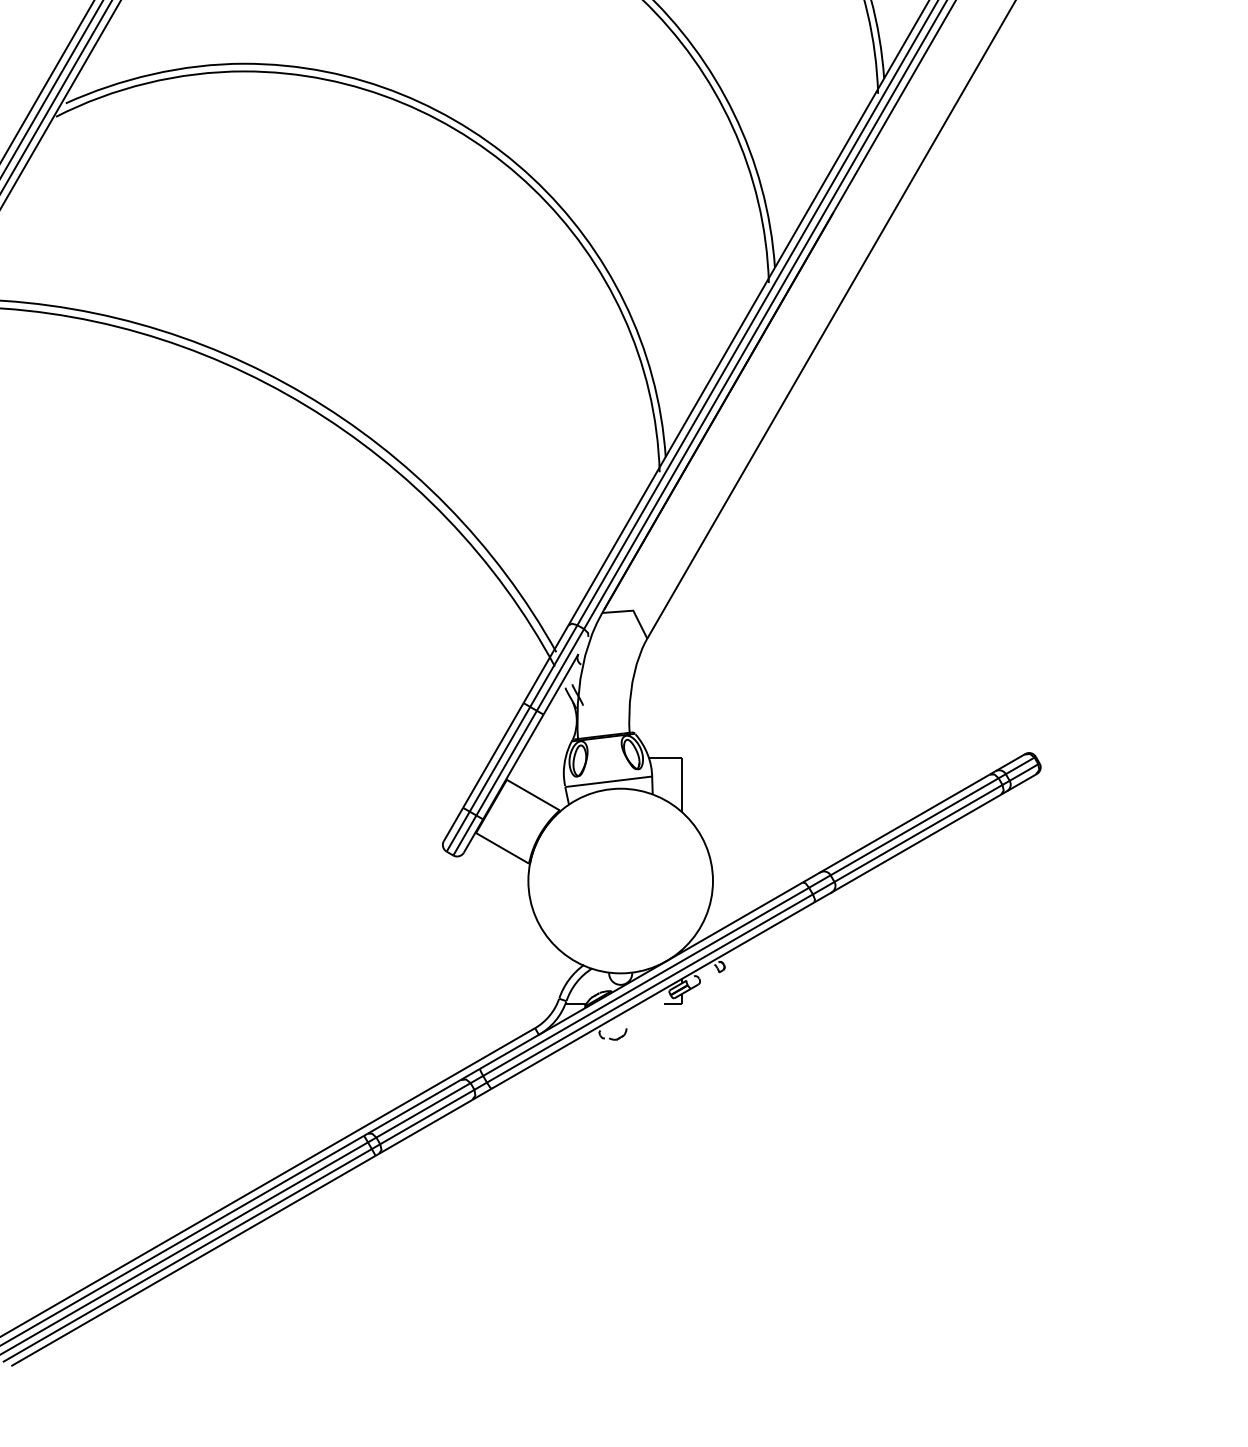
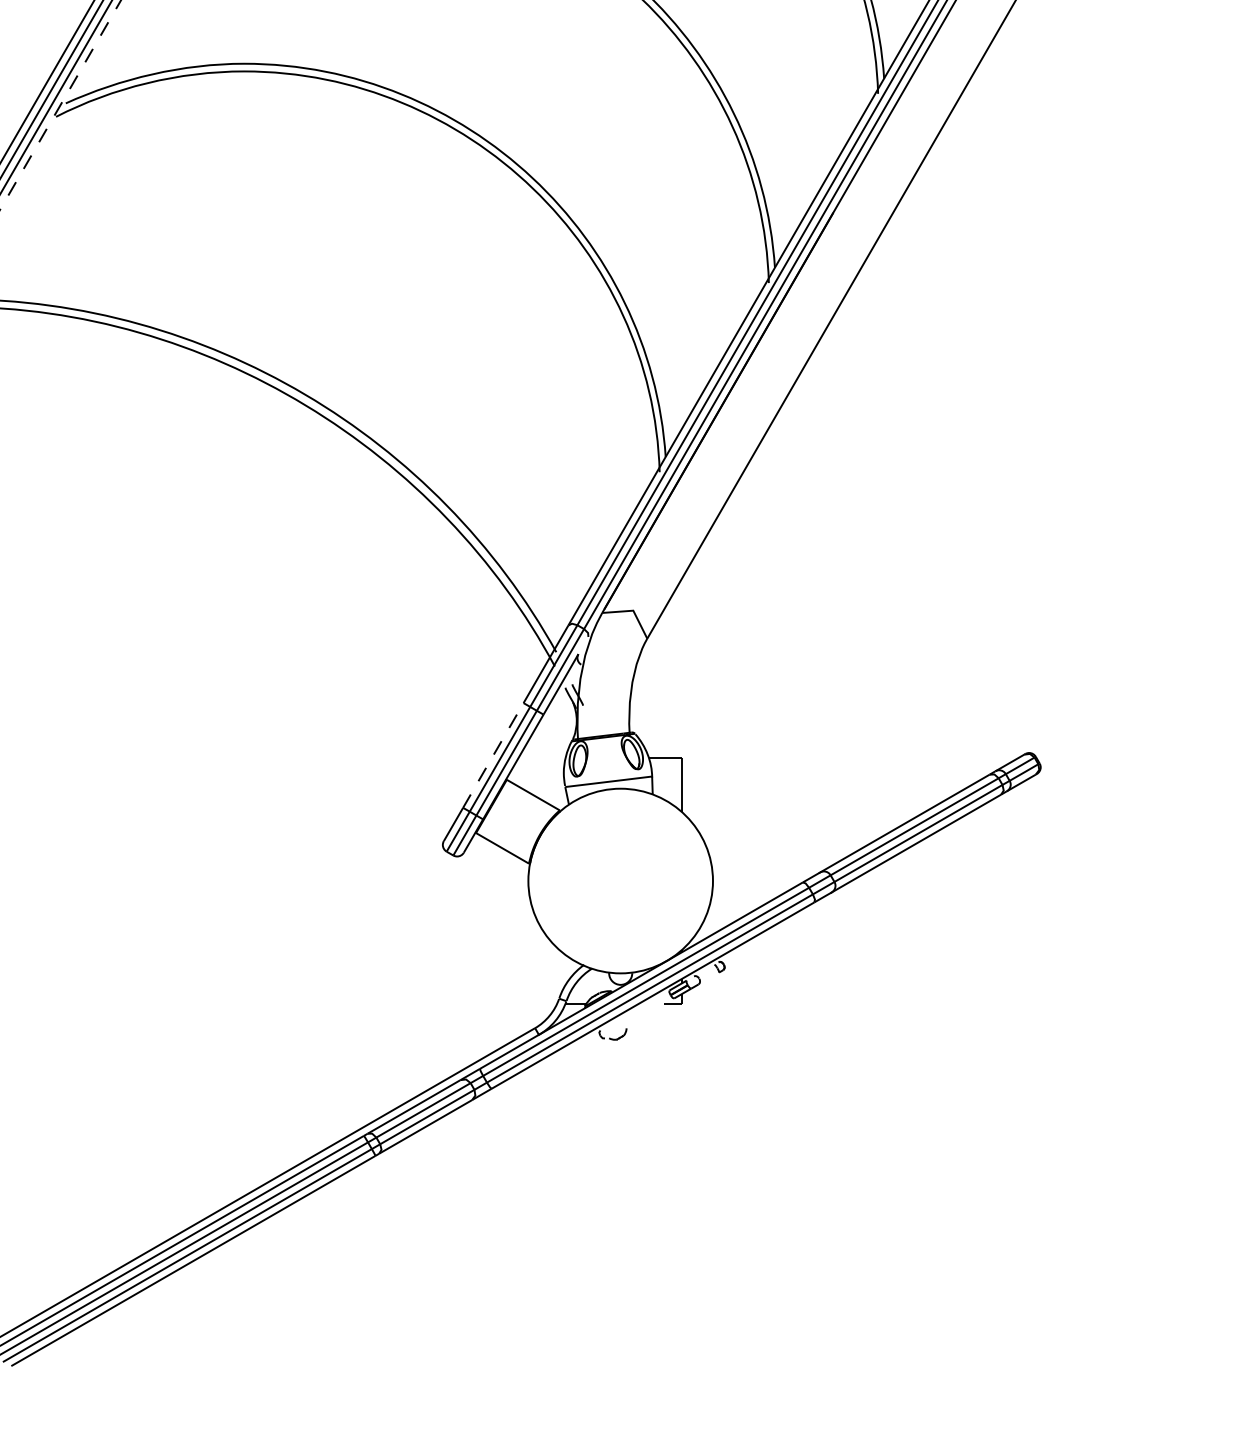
line at (60, 105): solid -> dashed
line at (493, 755): solid -> dashed
